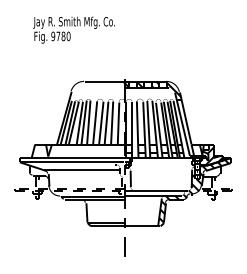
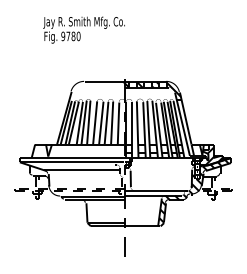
text at (73, 29) position: (73, 29) -> (83, 29)
